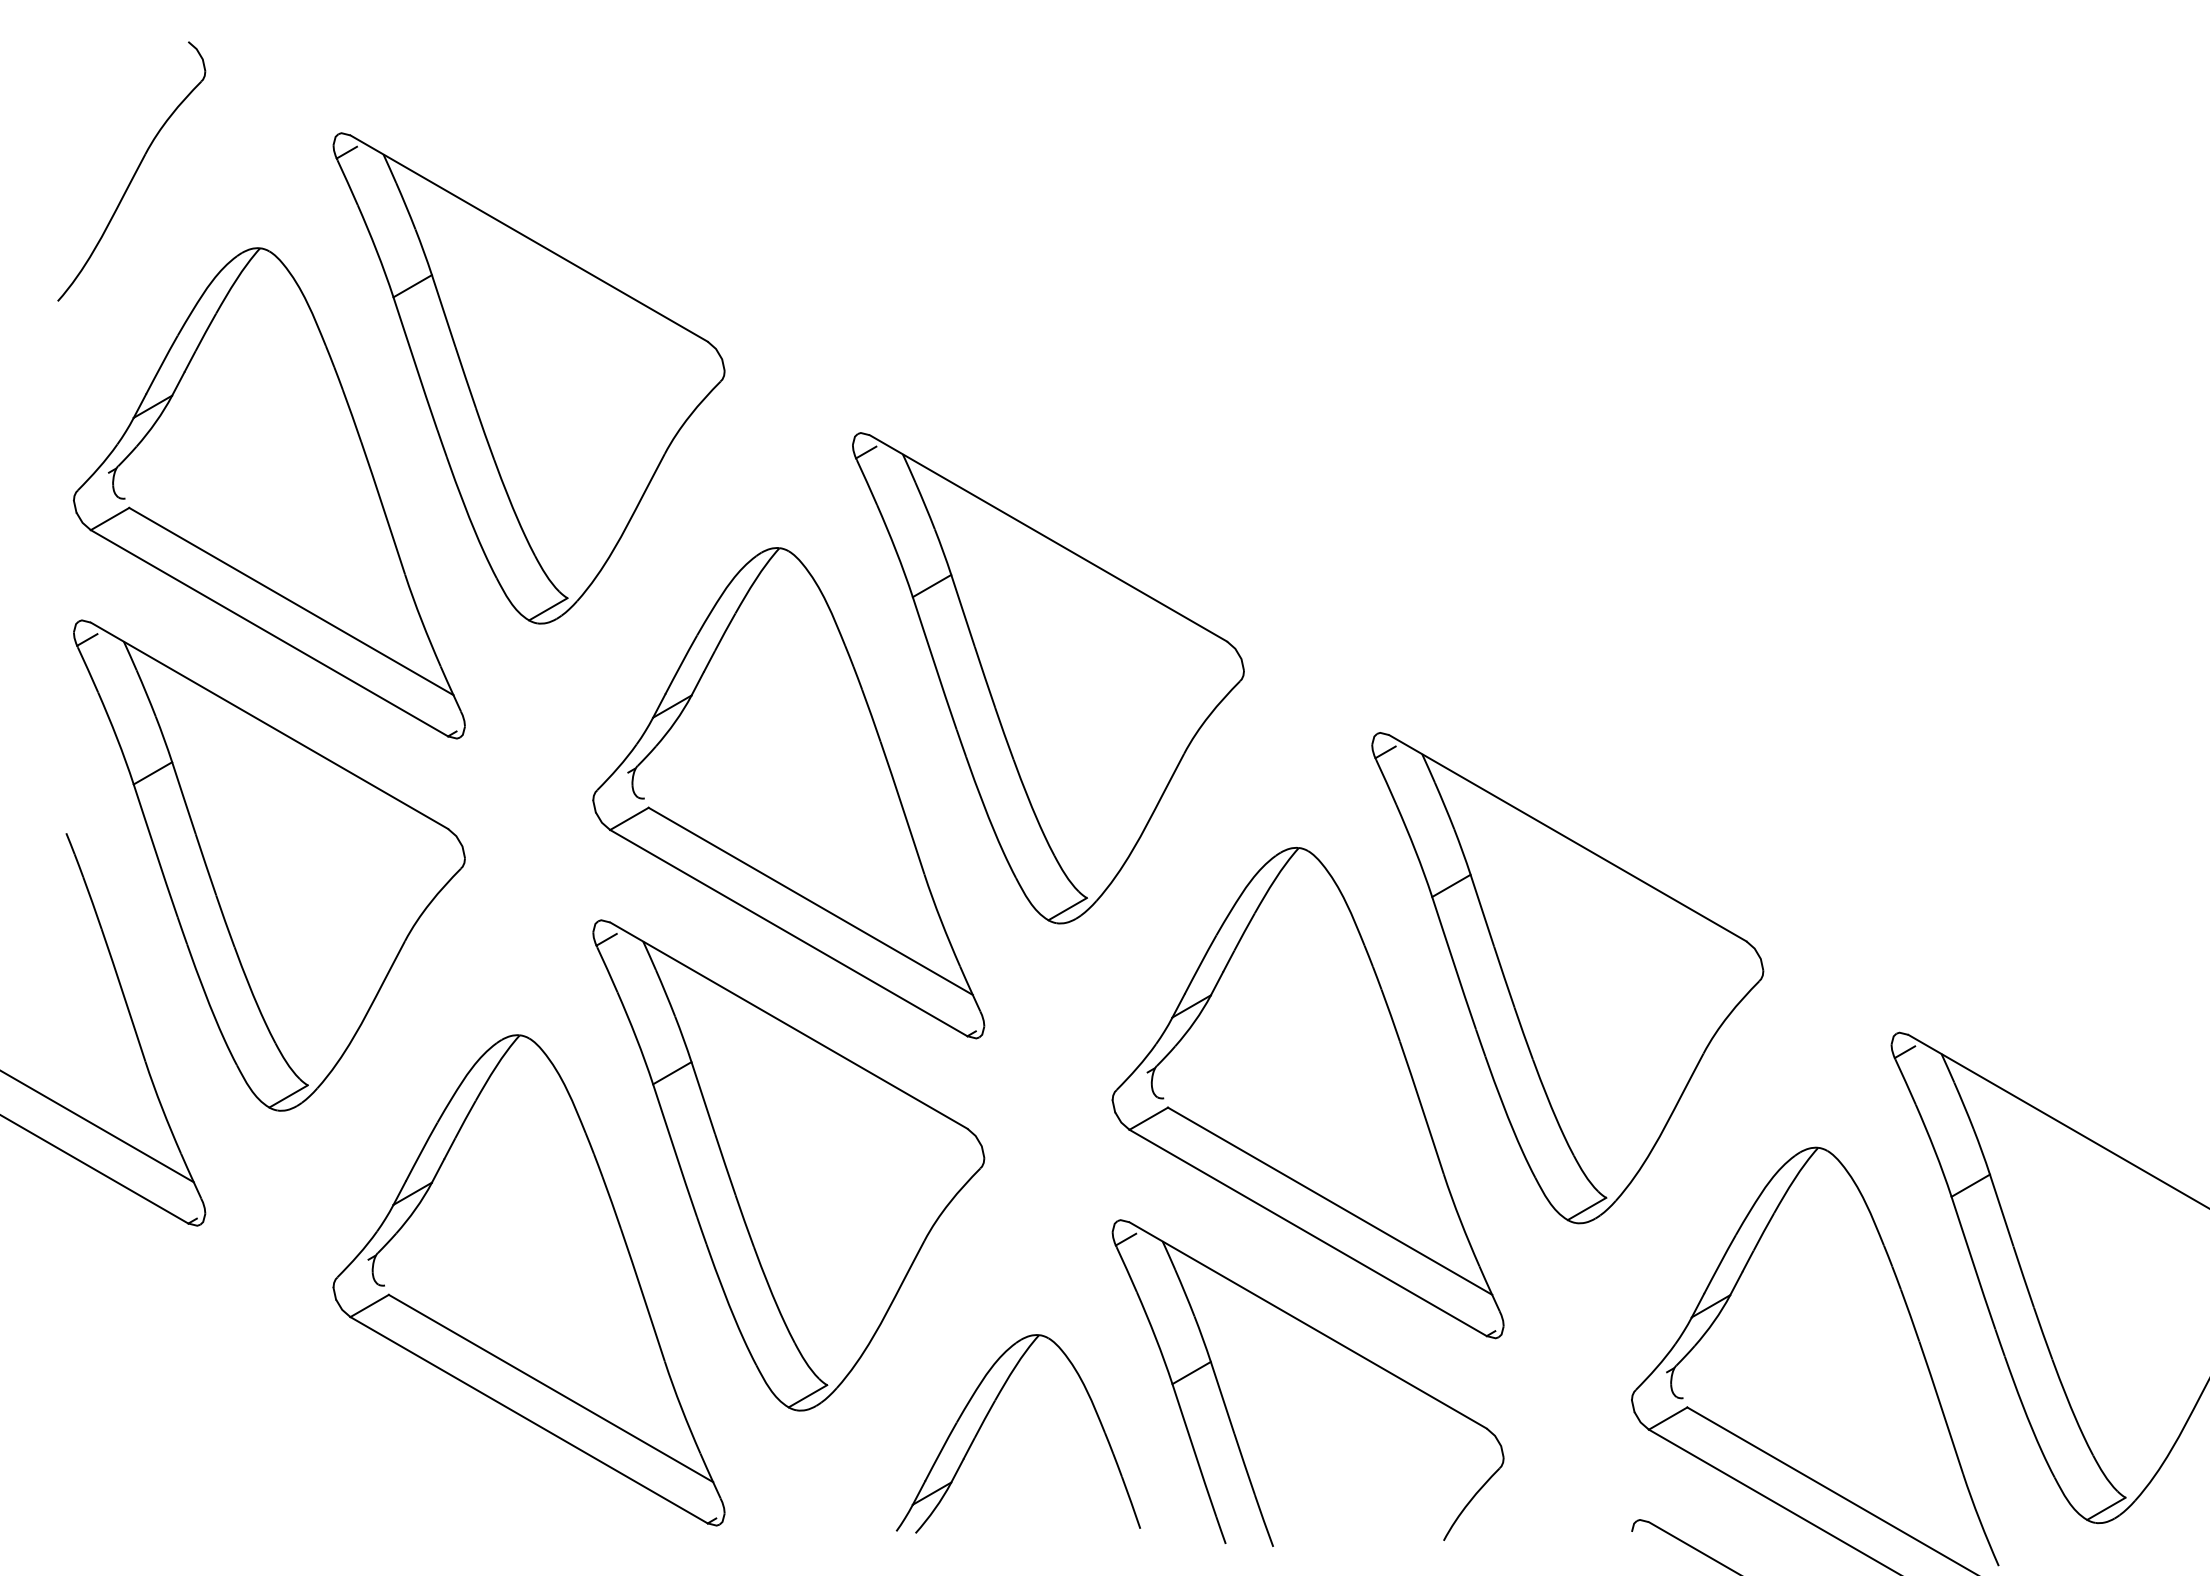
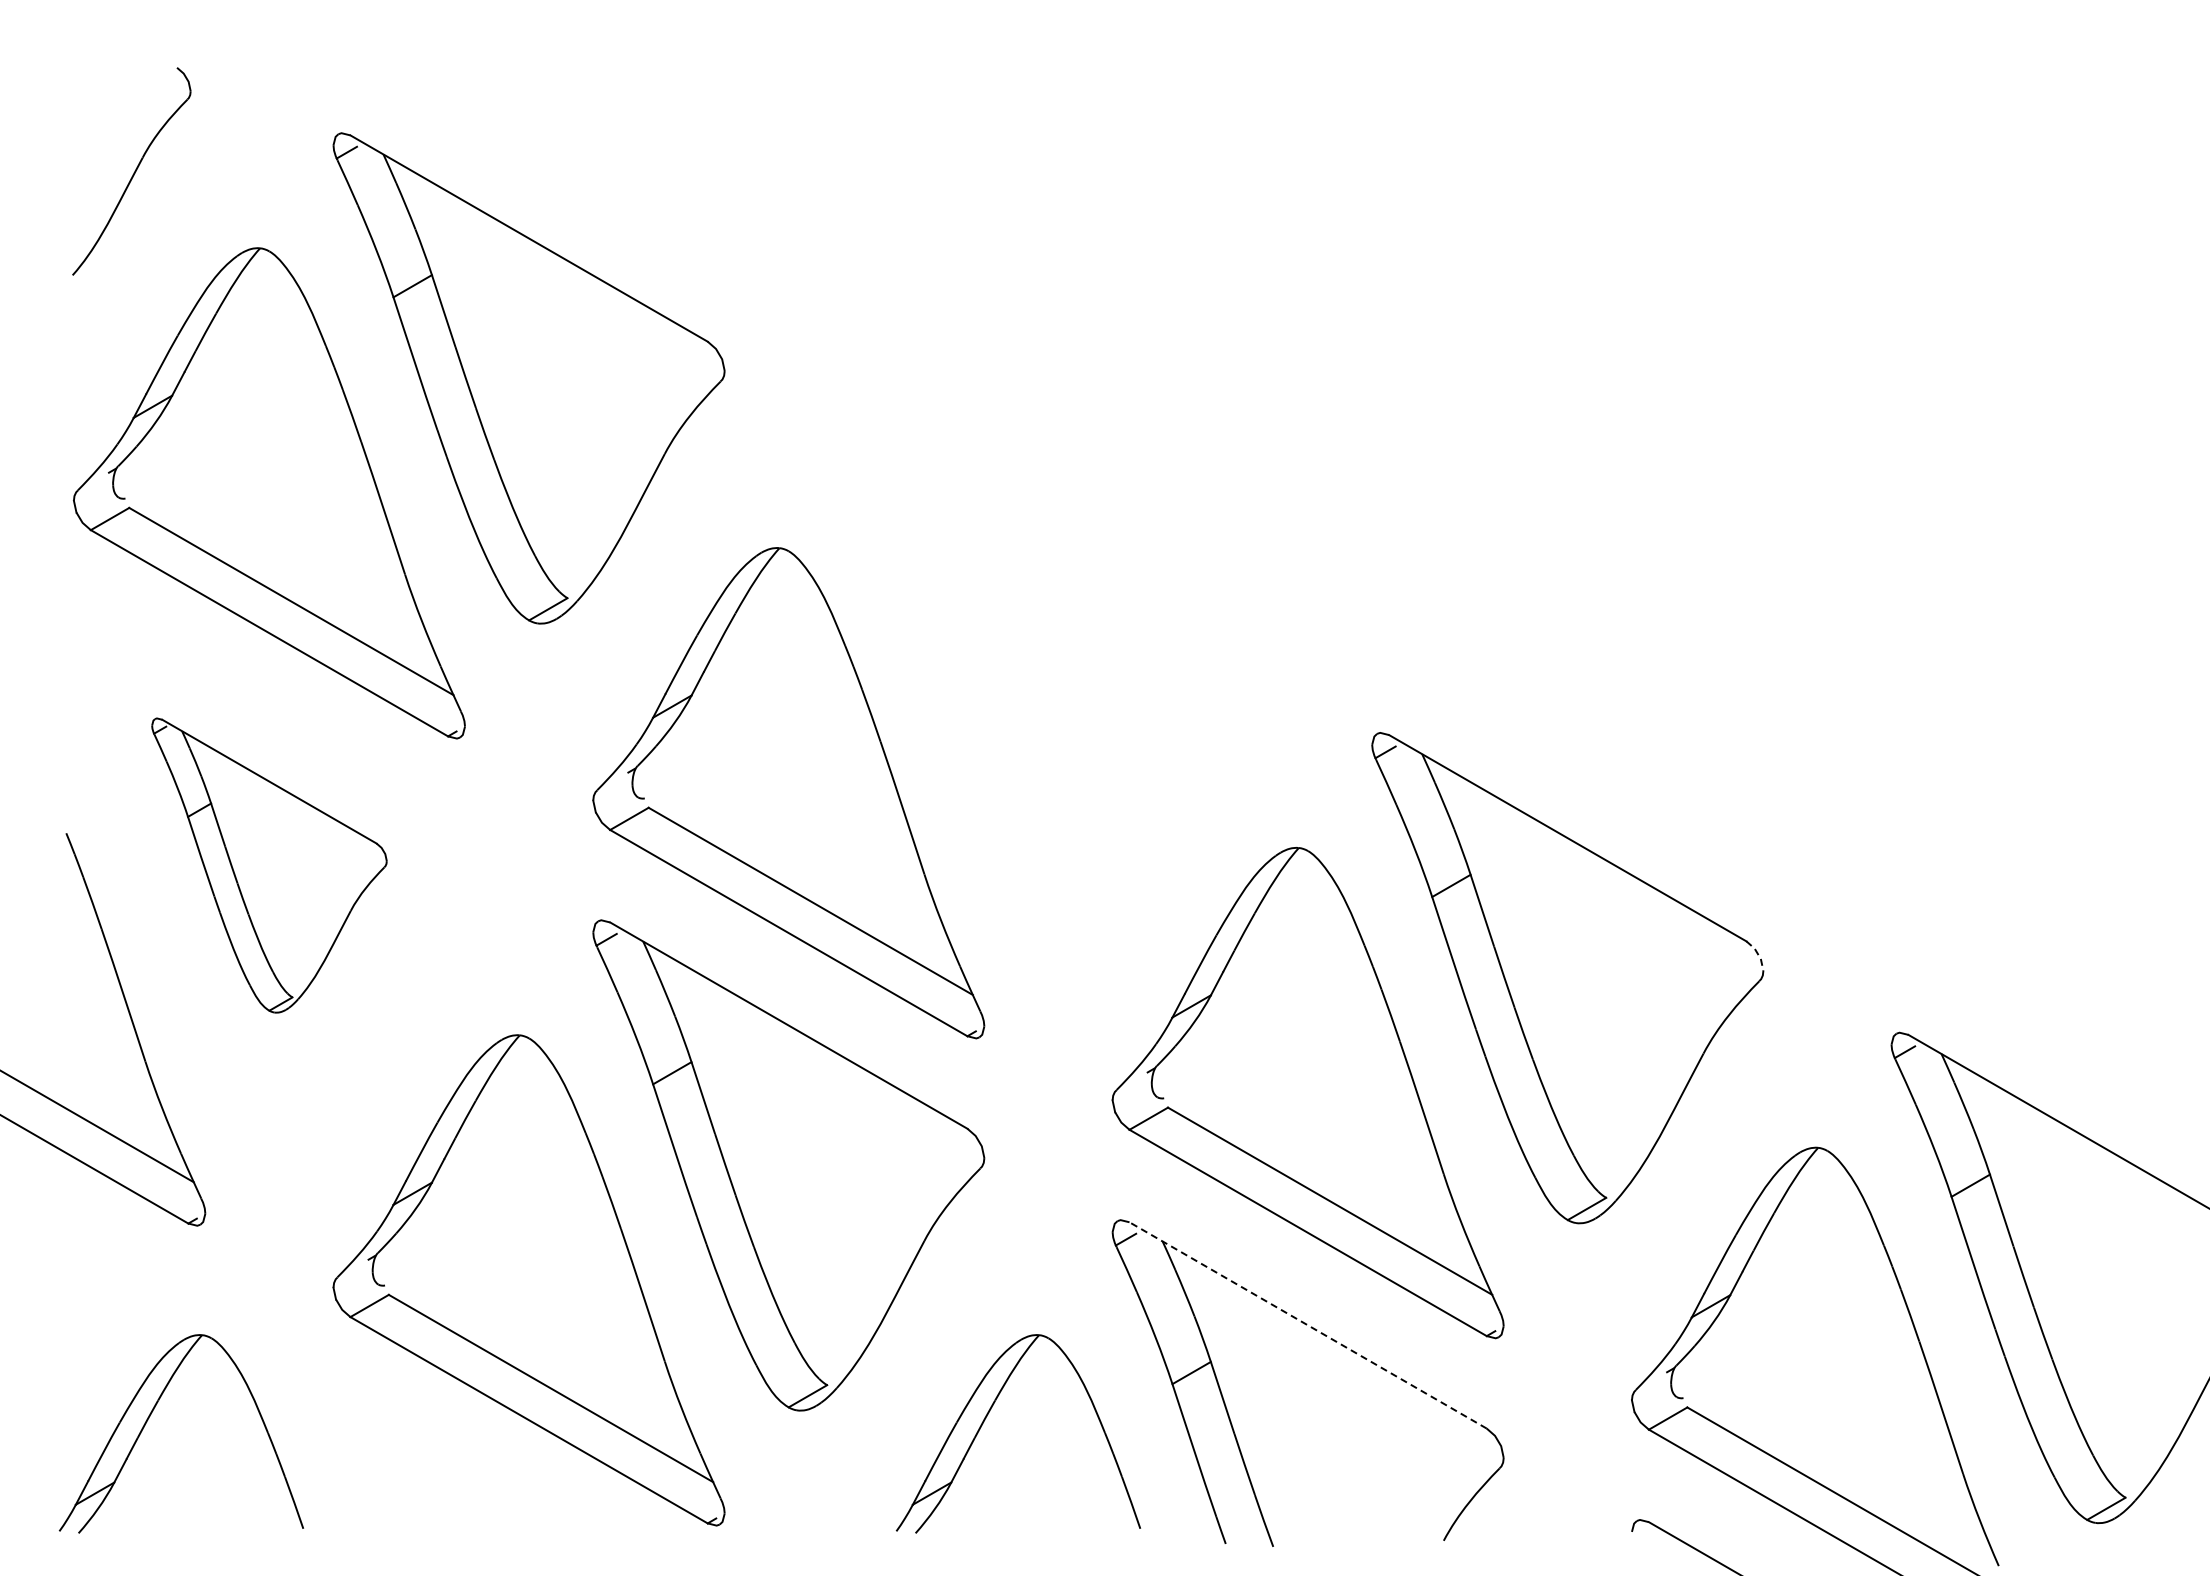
part at (131, 171) size: 150x261 px -> 120x209 px
part at (1048, 678): present -> none
part at (269, 865) size: 393x493 px -> 237x297 px
line at (1758, 954): solid -> dashed
line at (1307, 1325): solid -> dashed
part at (149, 1418): none -> present
